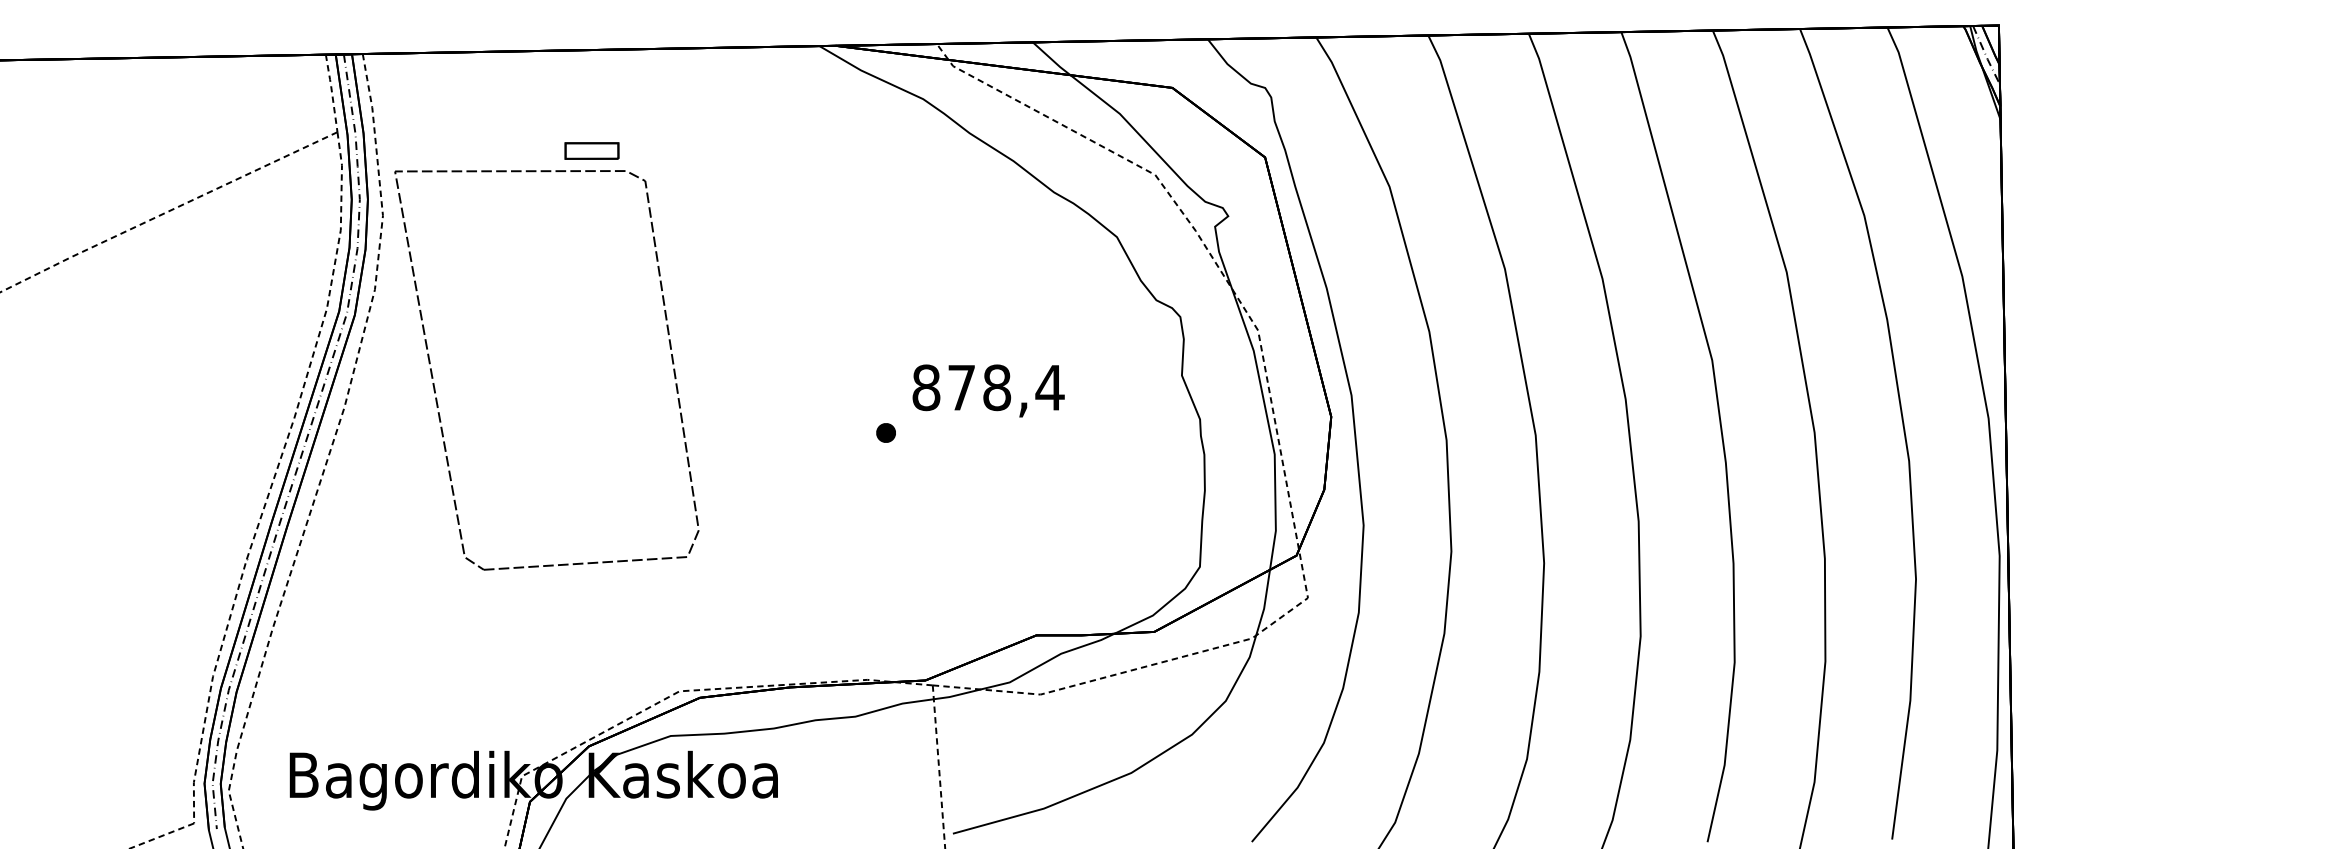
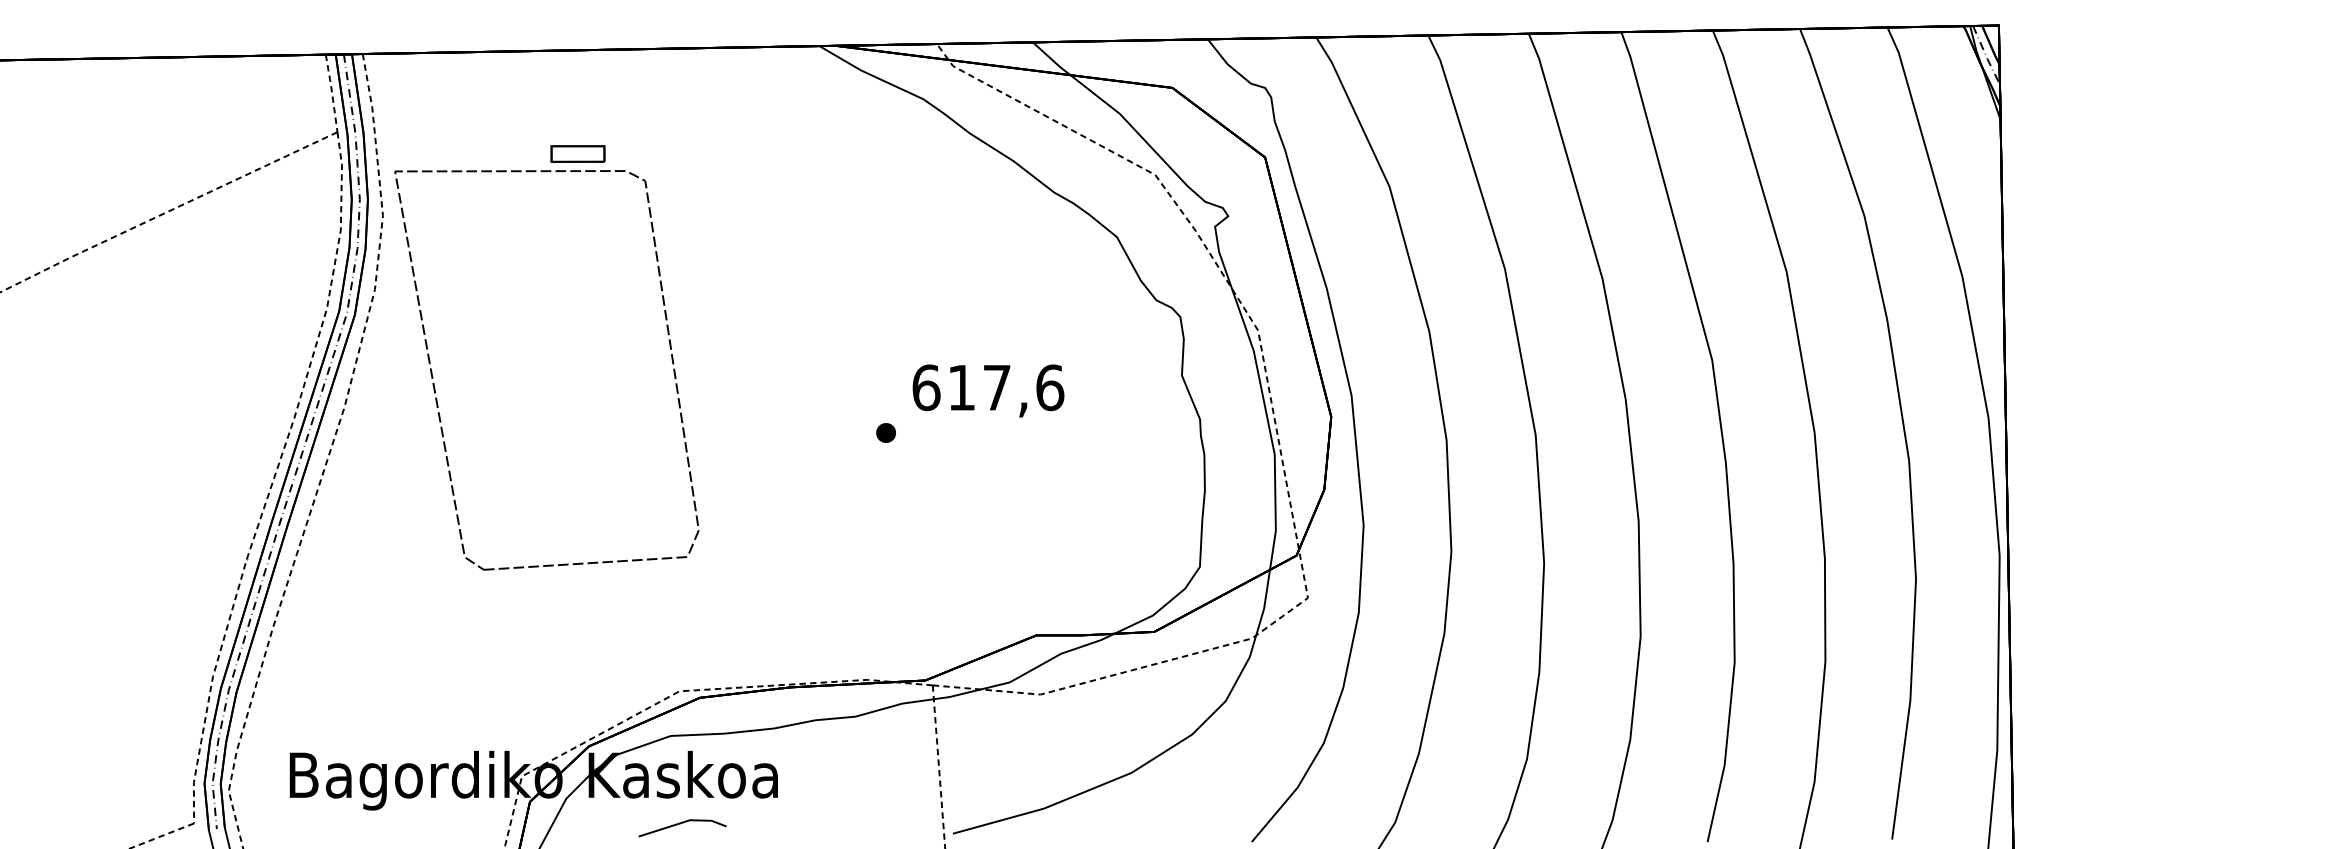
part at (591, 150) position: (591, 150) -> (577, 153)
text at (988, 387): 878,4 -> 617,6
line at (680, 824): none -> present
